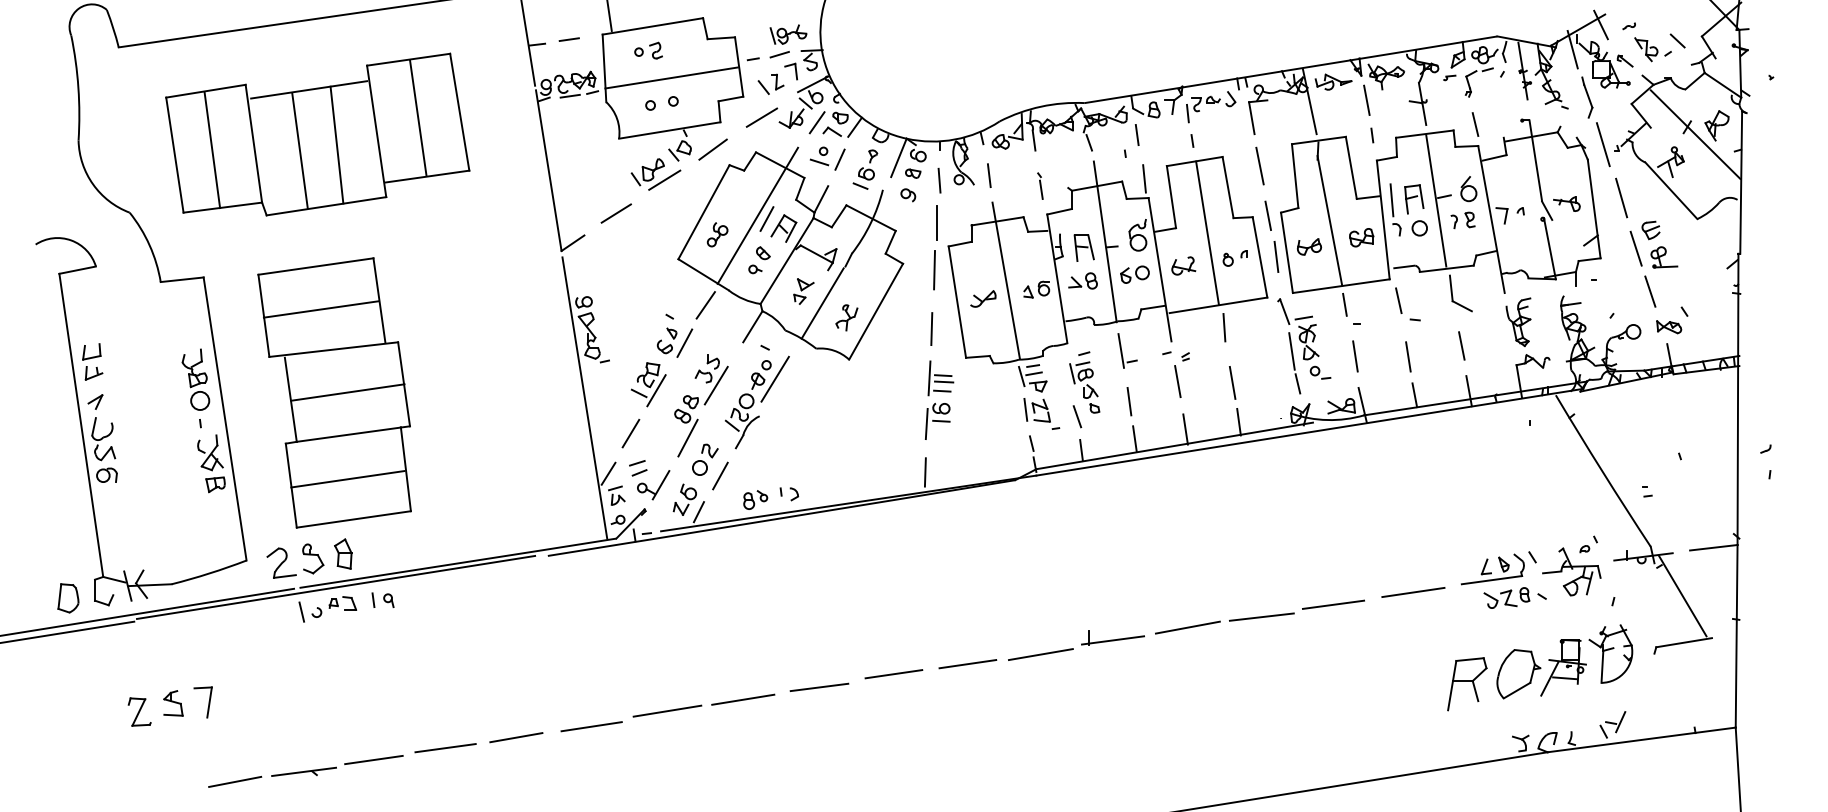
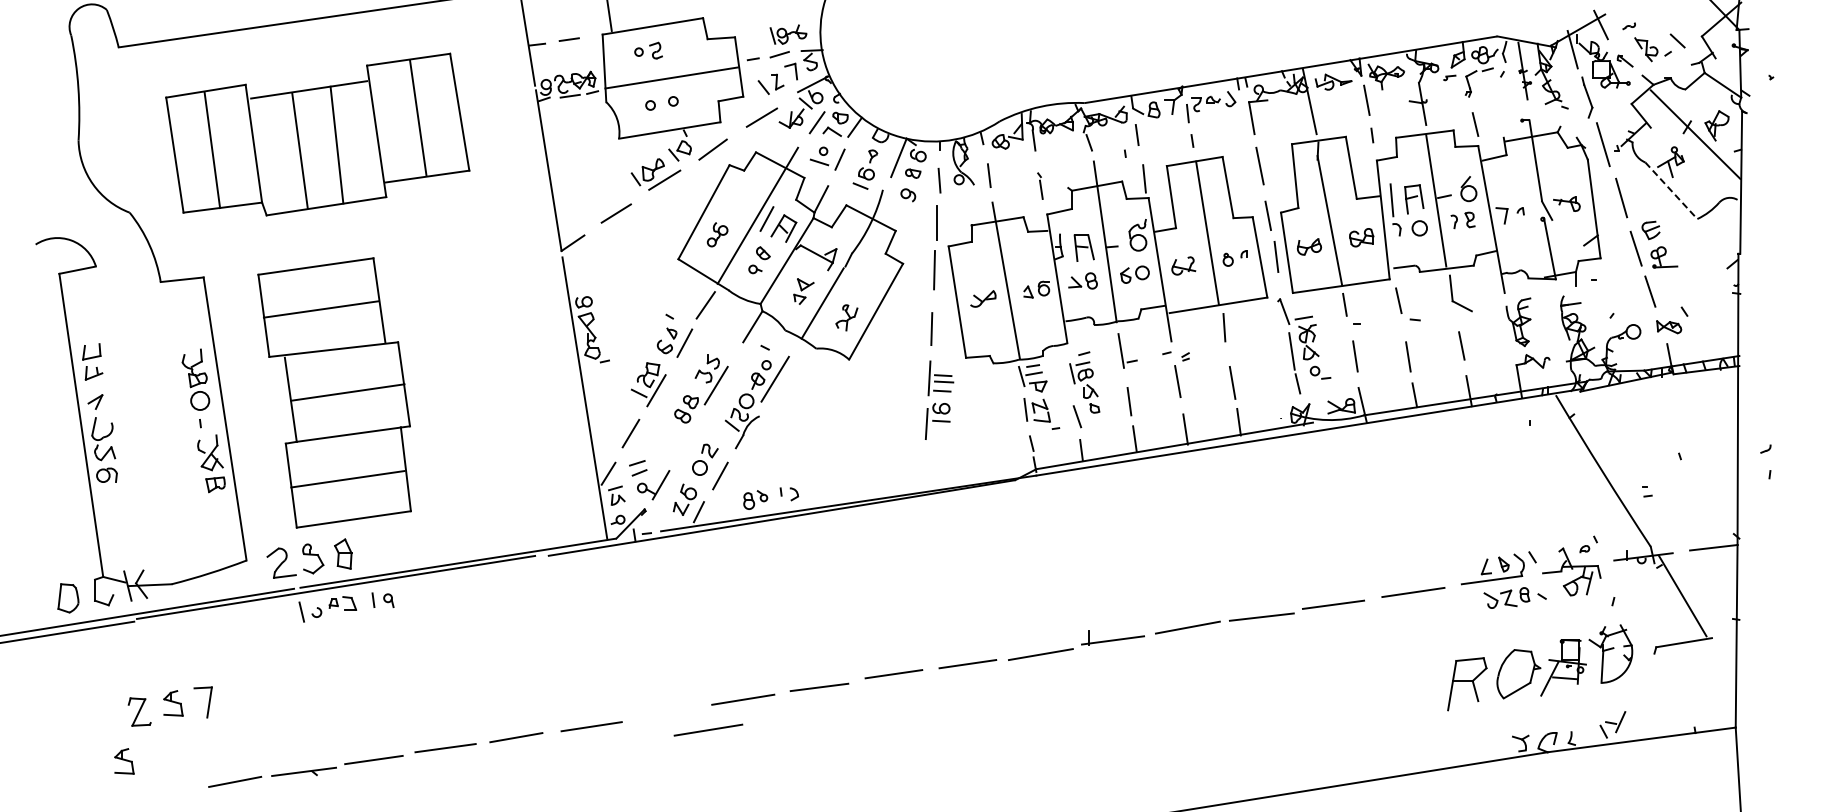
line at (1671, 191): solid -> dashed
line at (687, 437): present -> none
line at (924, 472): present -> none
line at (667, 710) position: (667, 710) -> (708, 729)
part at (124, 761): none -> present
